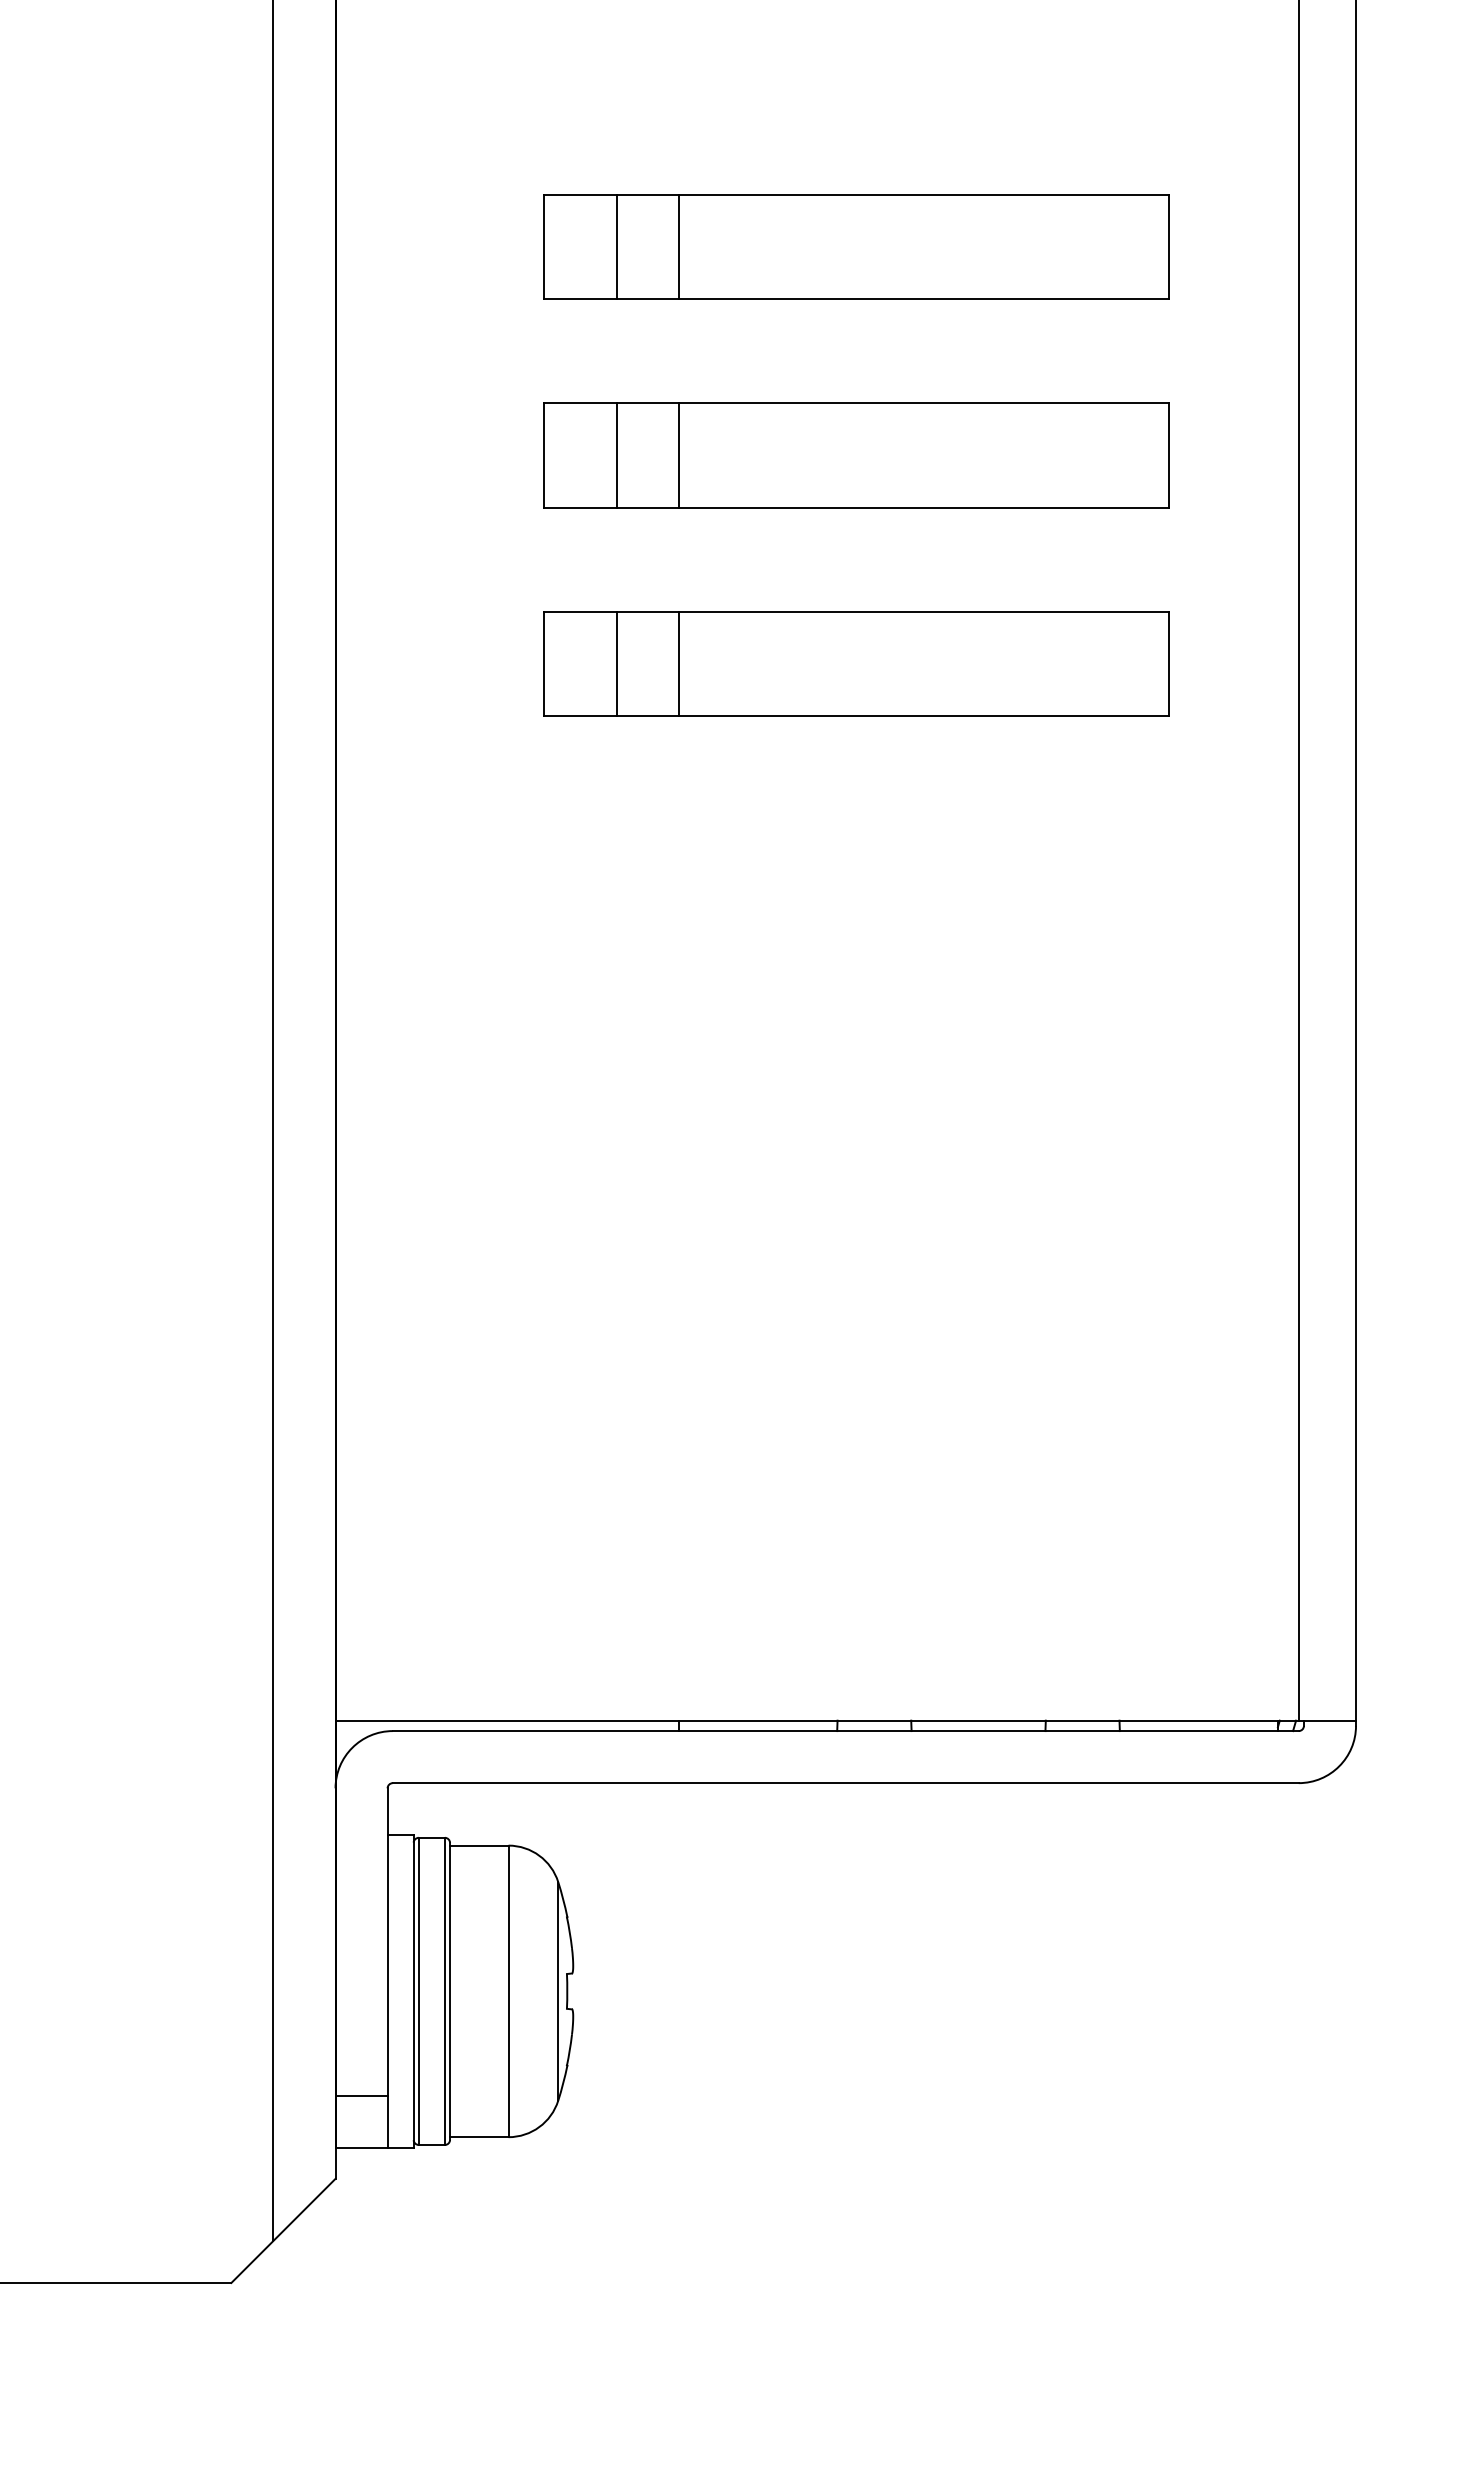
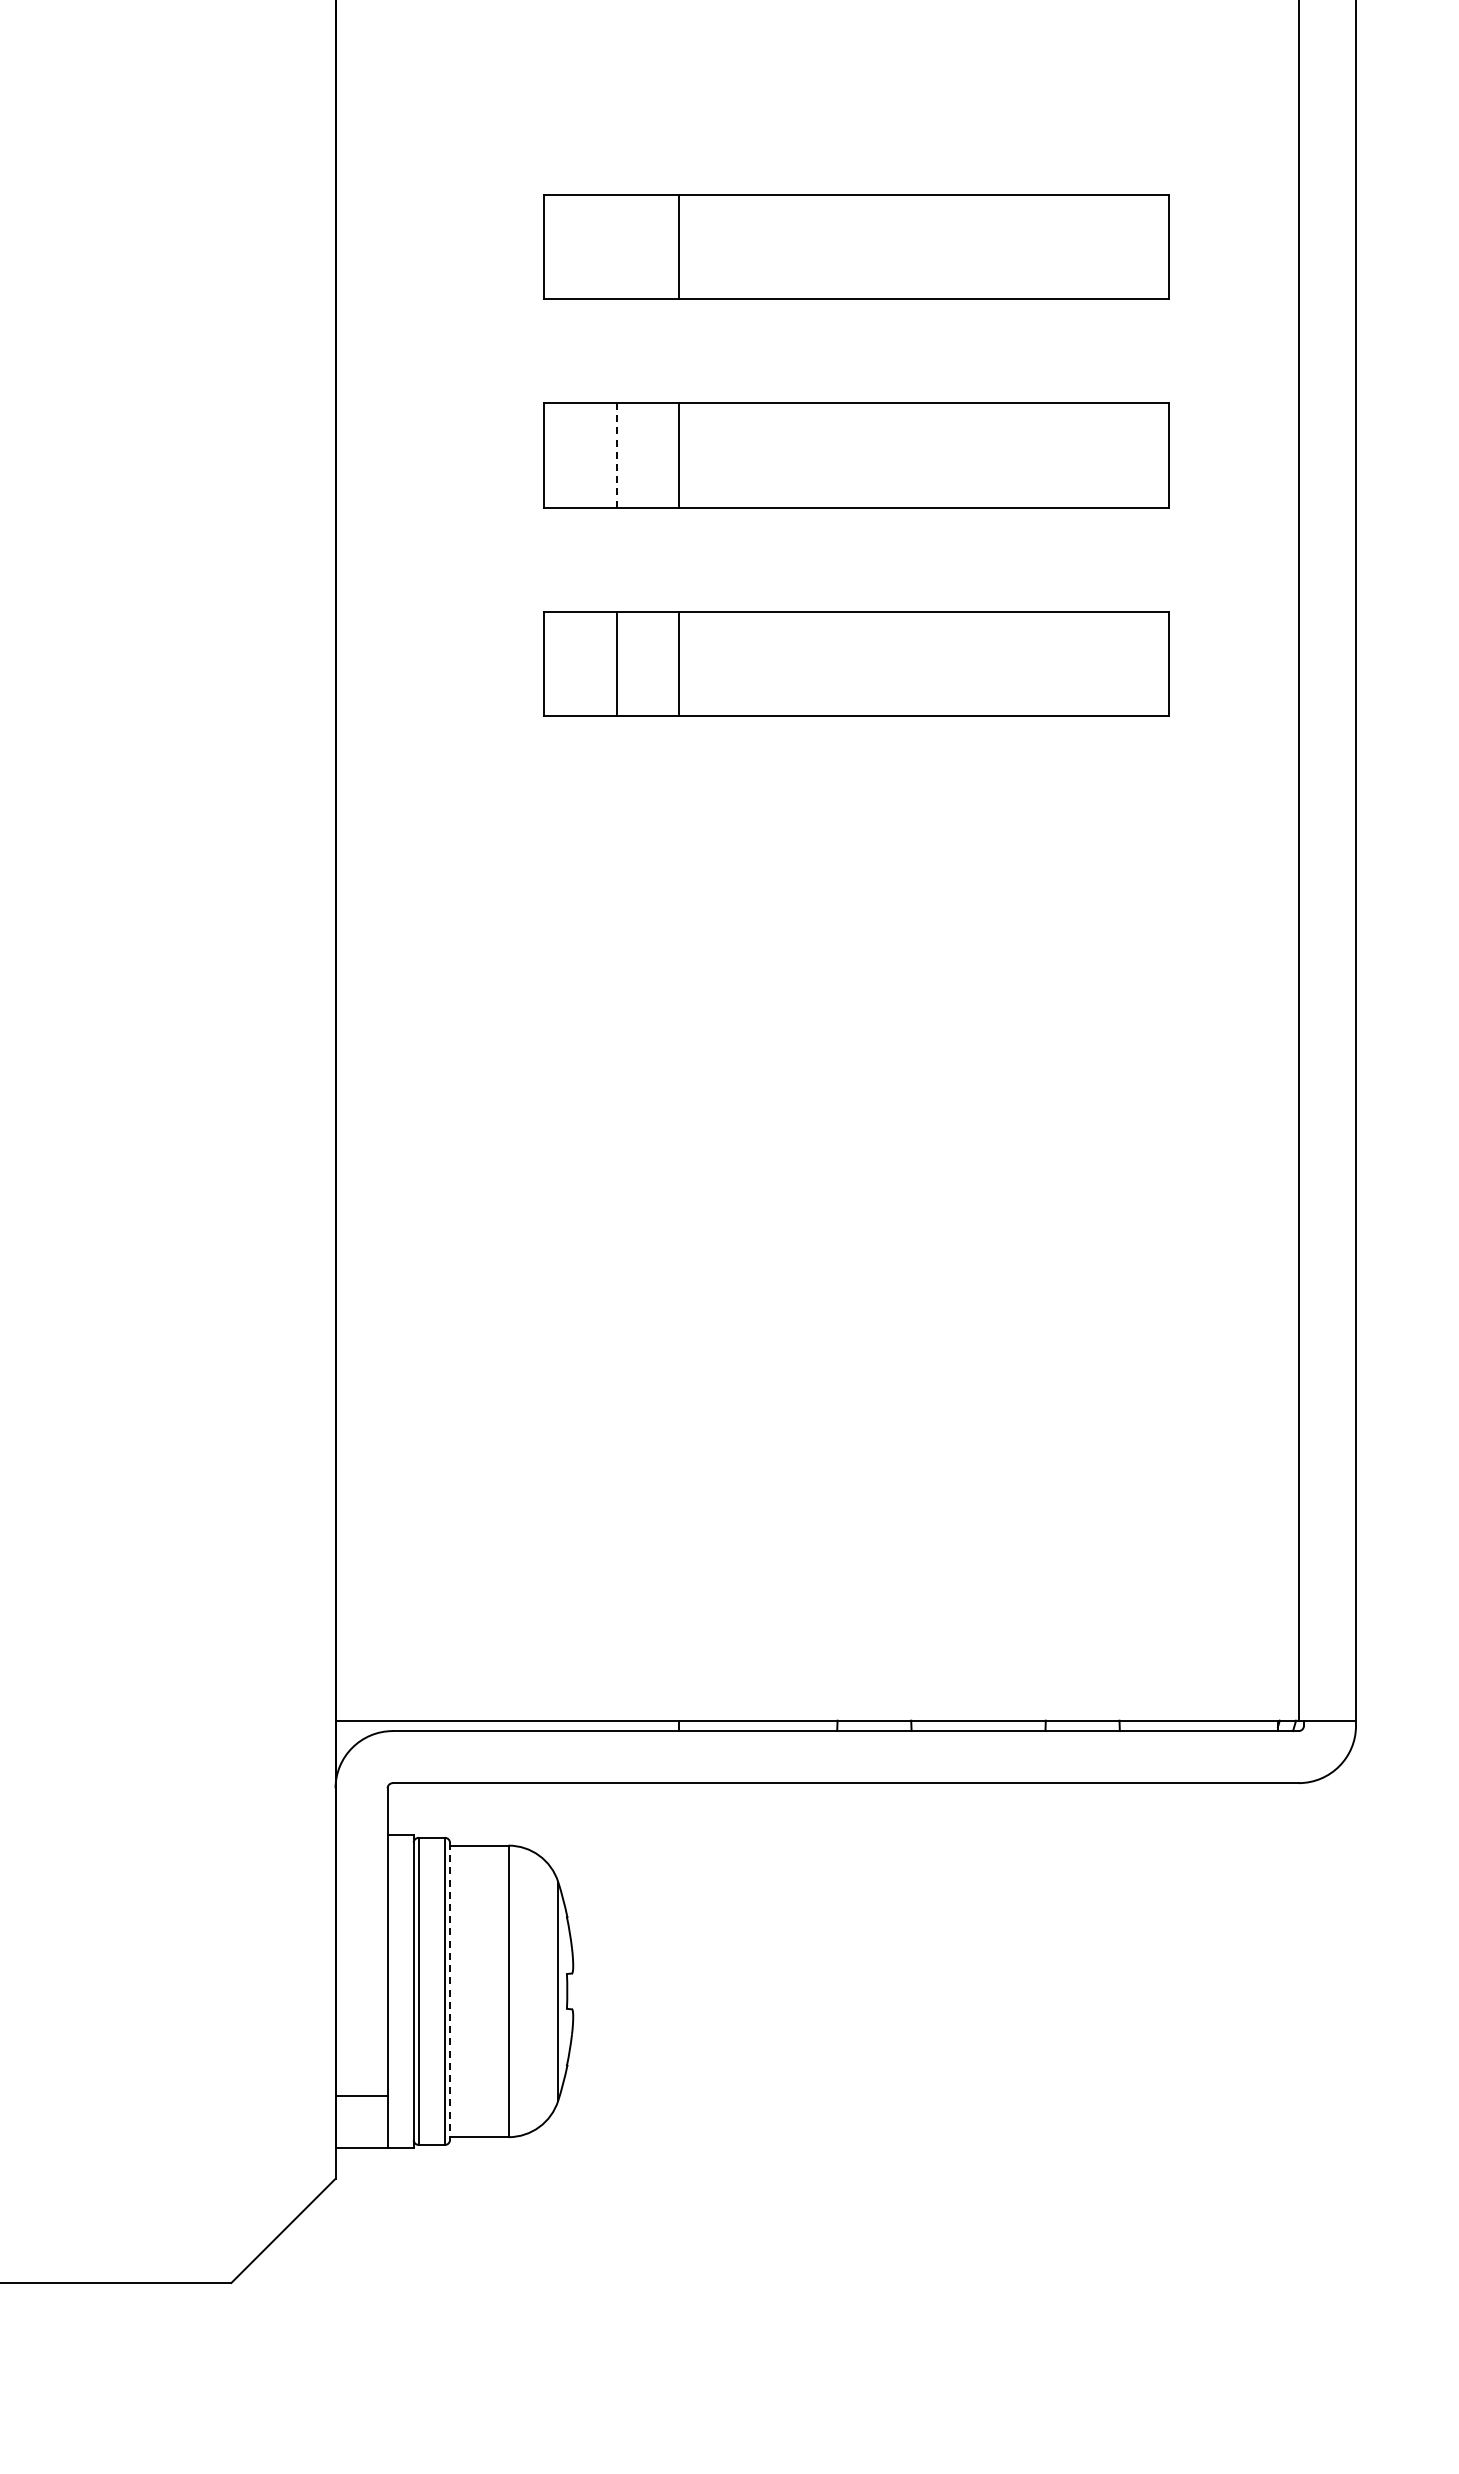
line at (616, 247): present -> none
line at (616, 454): solid -> dashed
line at (273, 1121): present -> none
line at (450, 1991): solid -> dashed
